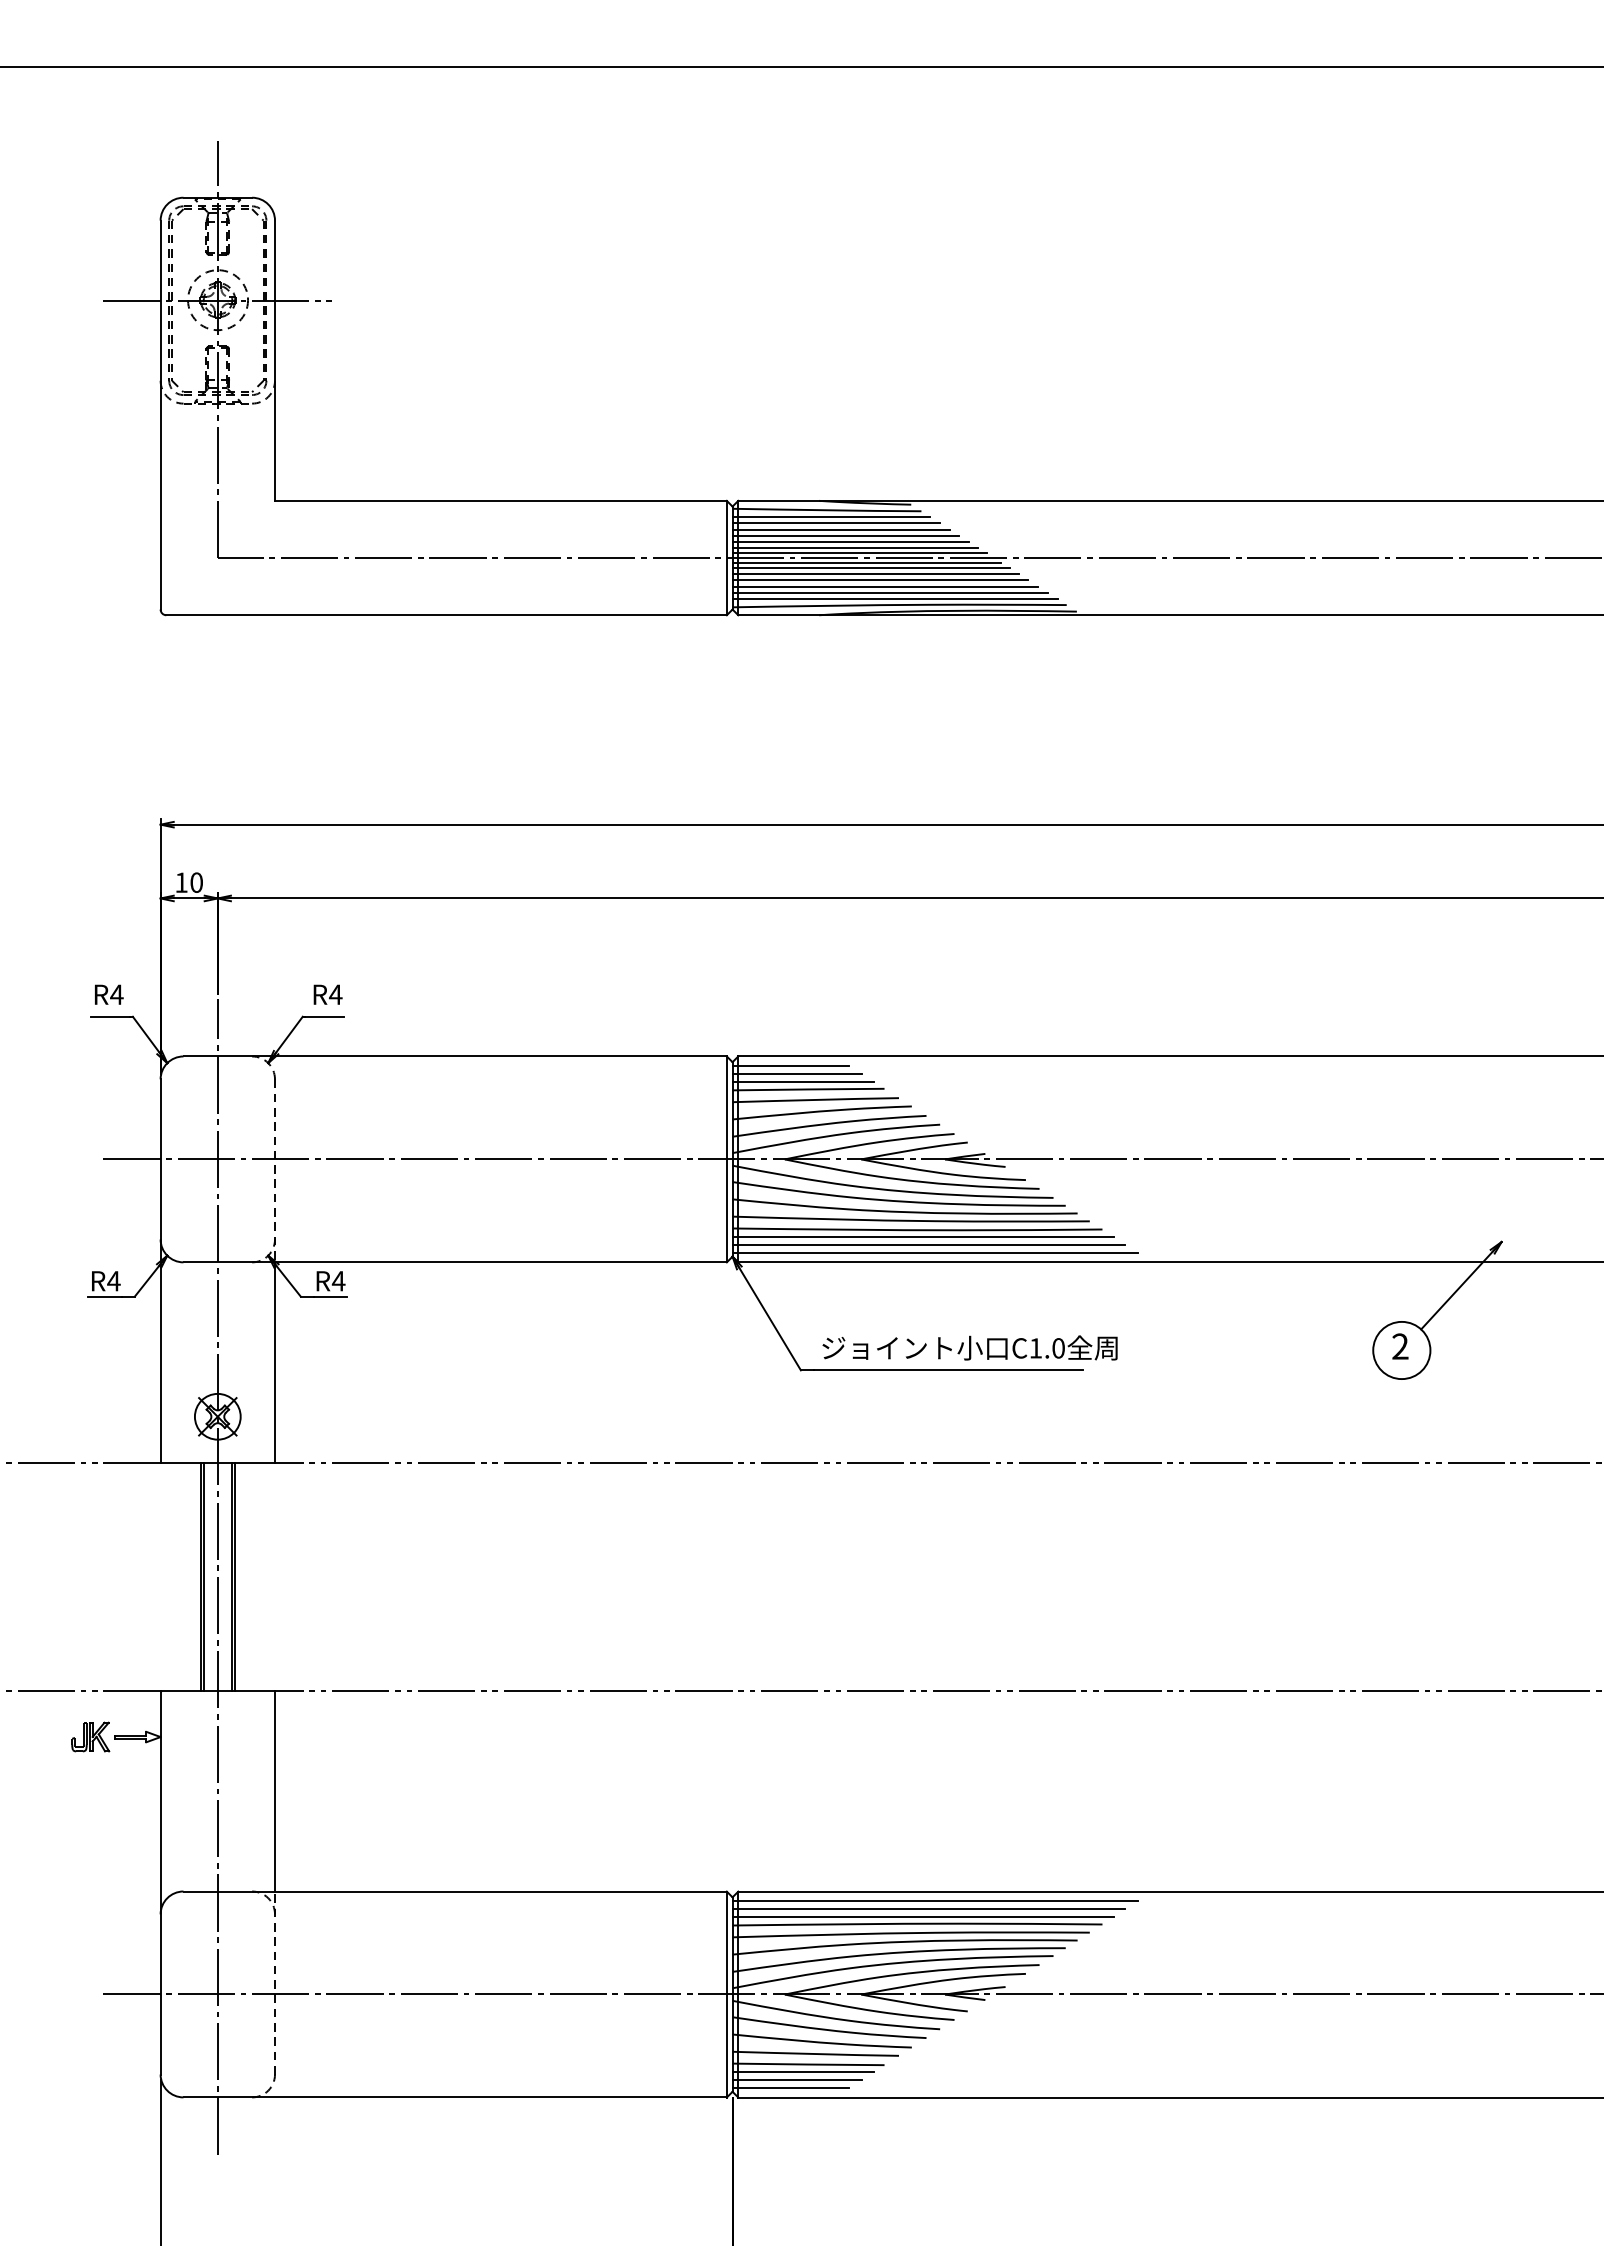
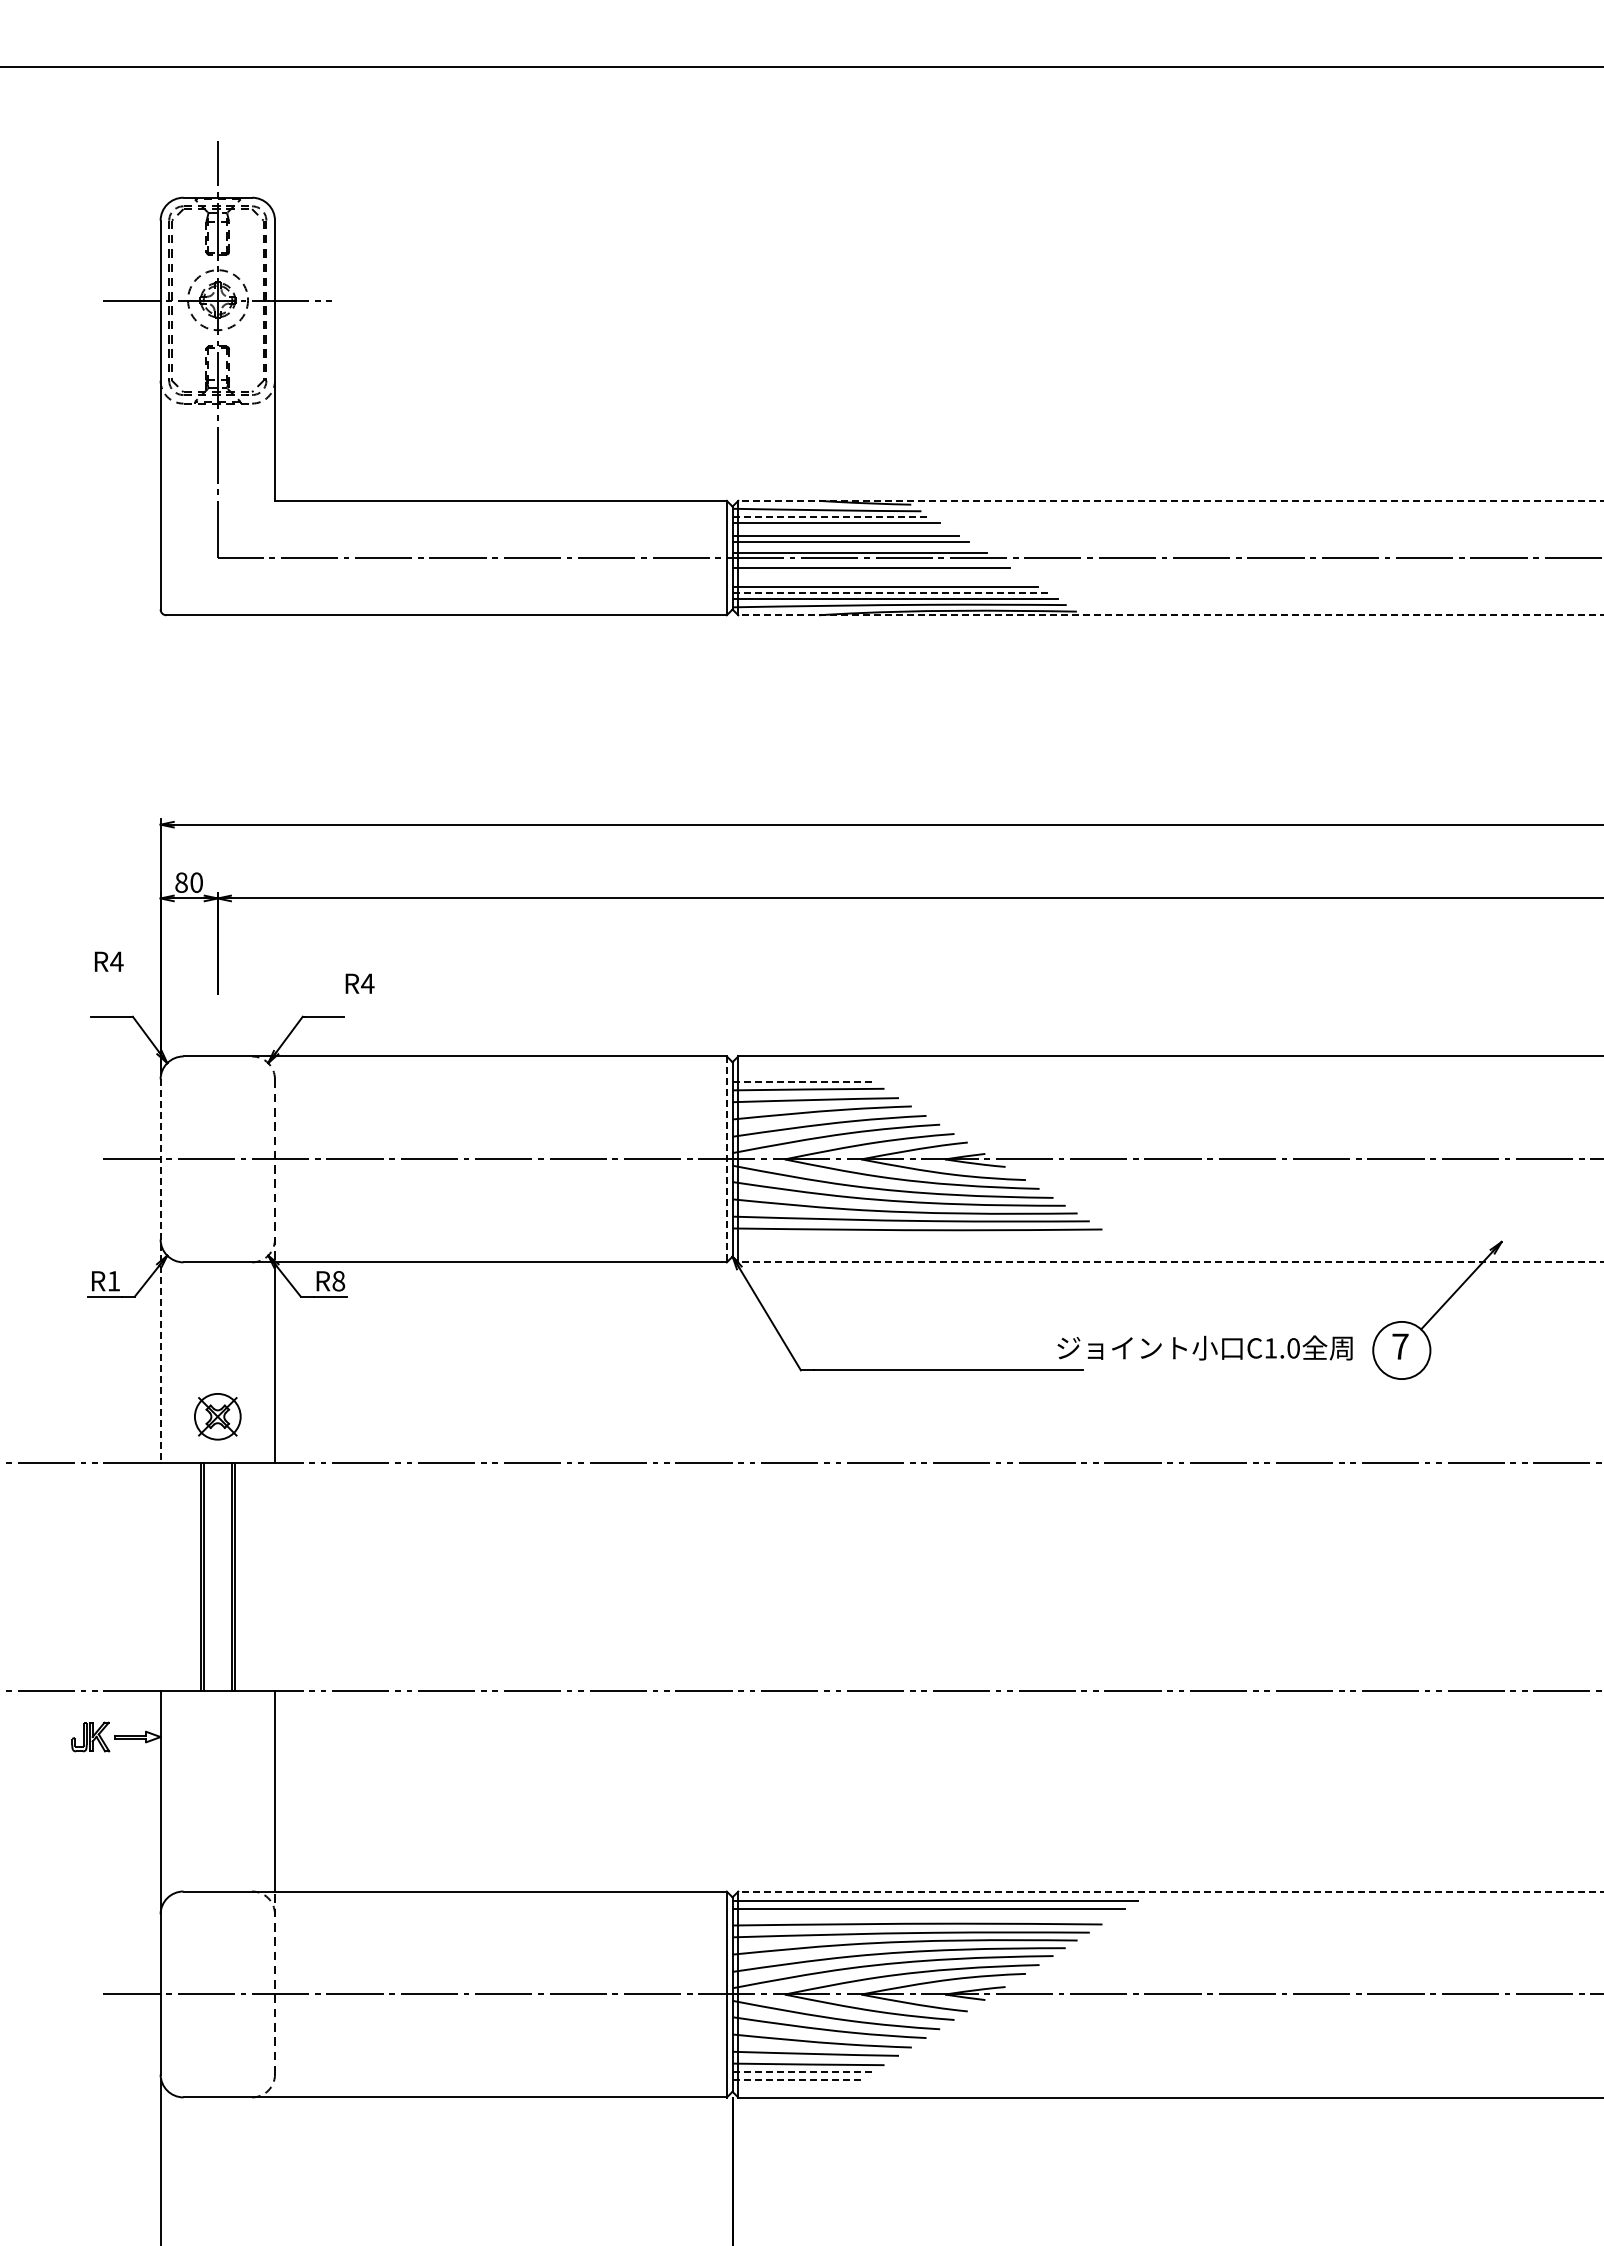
line at (1170, 500): solid -> dashed
line at (831, 516): solid -> dashed
line at (840, 529): present -> none
line at (854, 547): present -> none
line at (866, 562): present -> none
line at (875, 574): present -> none
line at (880, 580): present -> none
line at (890, 592): solid -> dashed
line at (1170, 615): solid -> dashed
text at (181, 882): 10 -> 80
text at (109, 994) position: (109, 994) -> (109, 961)
text at (327, 994) position: (327, 994) -> (359, 983)
line at (790, 1065): present -> none
line at (796, 1073): present -> none
line at (803, 1082): solid -> dashed
line at (726, 1159): solid -> dashed
line at (922, 1236): present -> none
line at (928, 1244): present -> none
line at (935, 1253): present -> none
line at (1170, 1262): solid -> dashed
line at (160, 1270): solid -> dashed
text at (113, 1281): R4 -> R1
text at (338, 1281): R4 -> R8
text at (1400, 1346): 2 -> 7
text at (969, 1347) position: (969, 1347) -> (1204, 1347)
line at (217, 1576): present -> none
line at (1170, 1891): solid -> dashed
line at (922, 1917): present -> none
line at (803, 2071): solid -> dashed
line at (797, 2079): solid -> dashed
line at (790, 2088): present -> none
